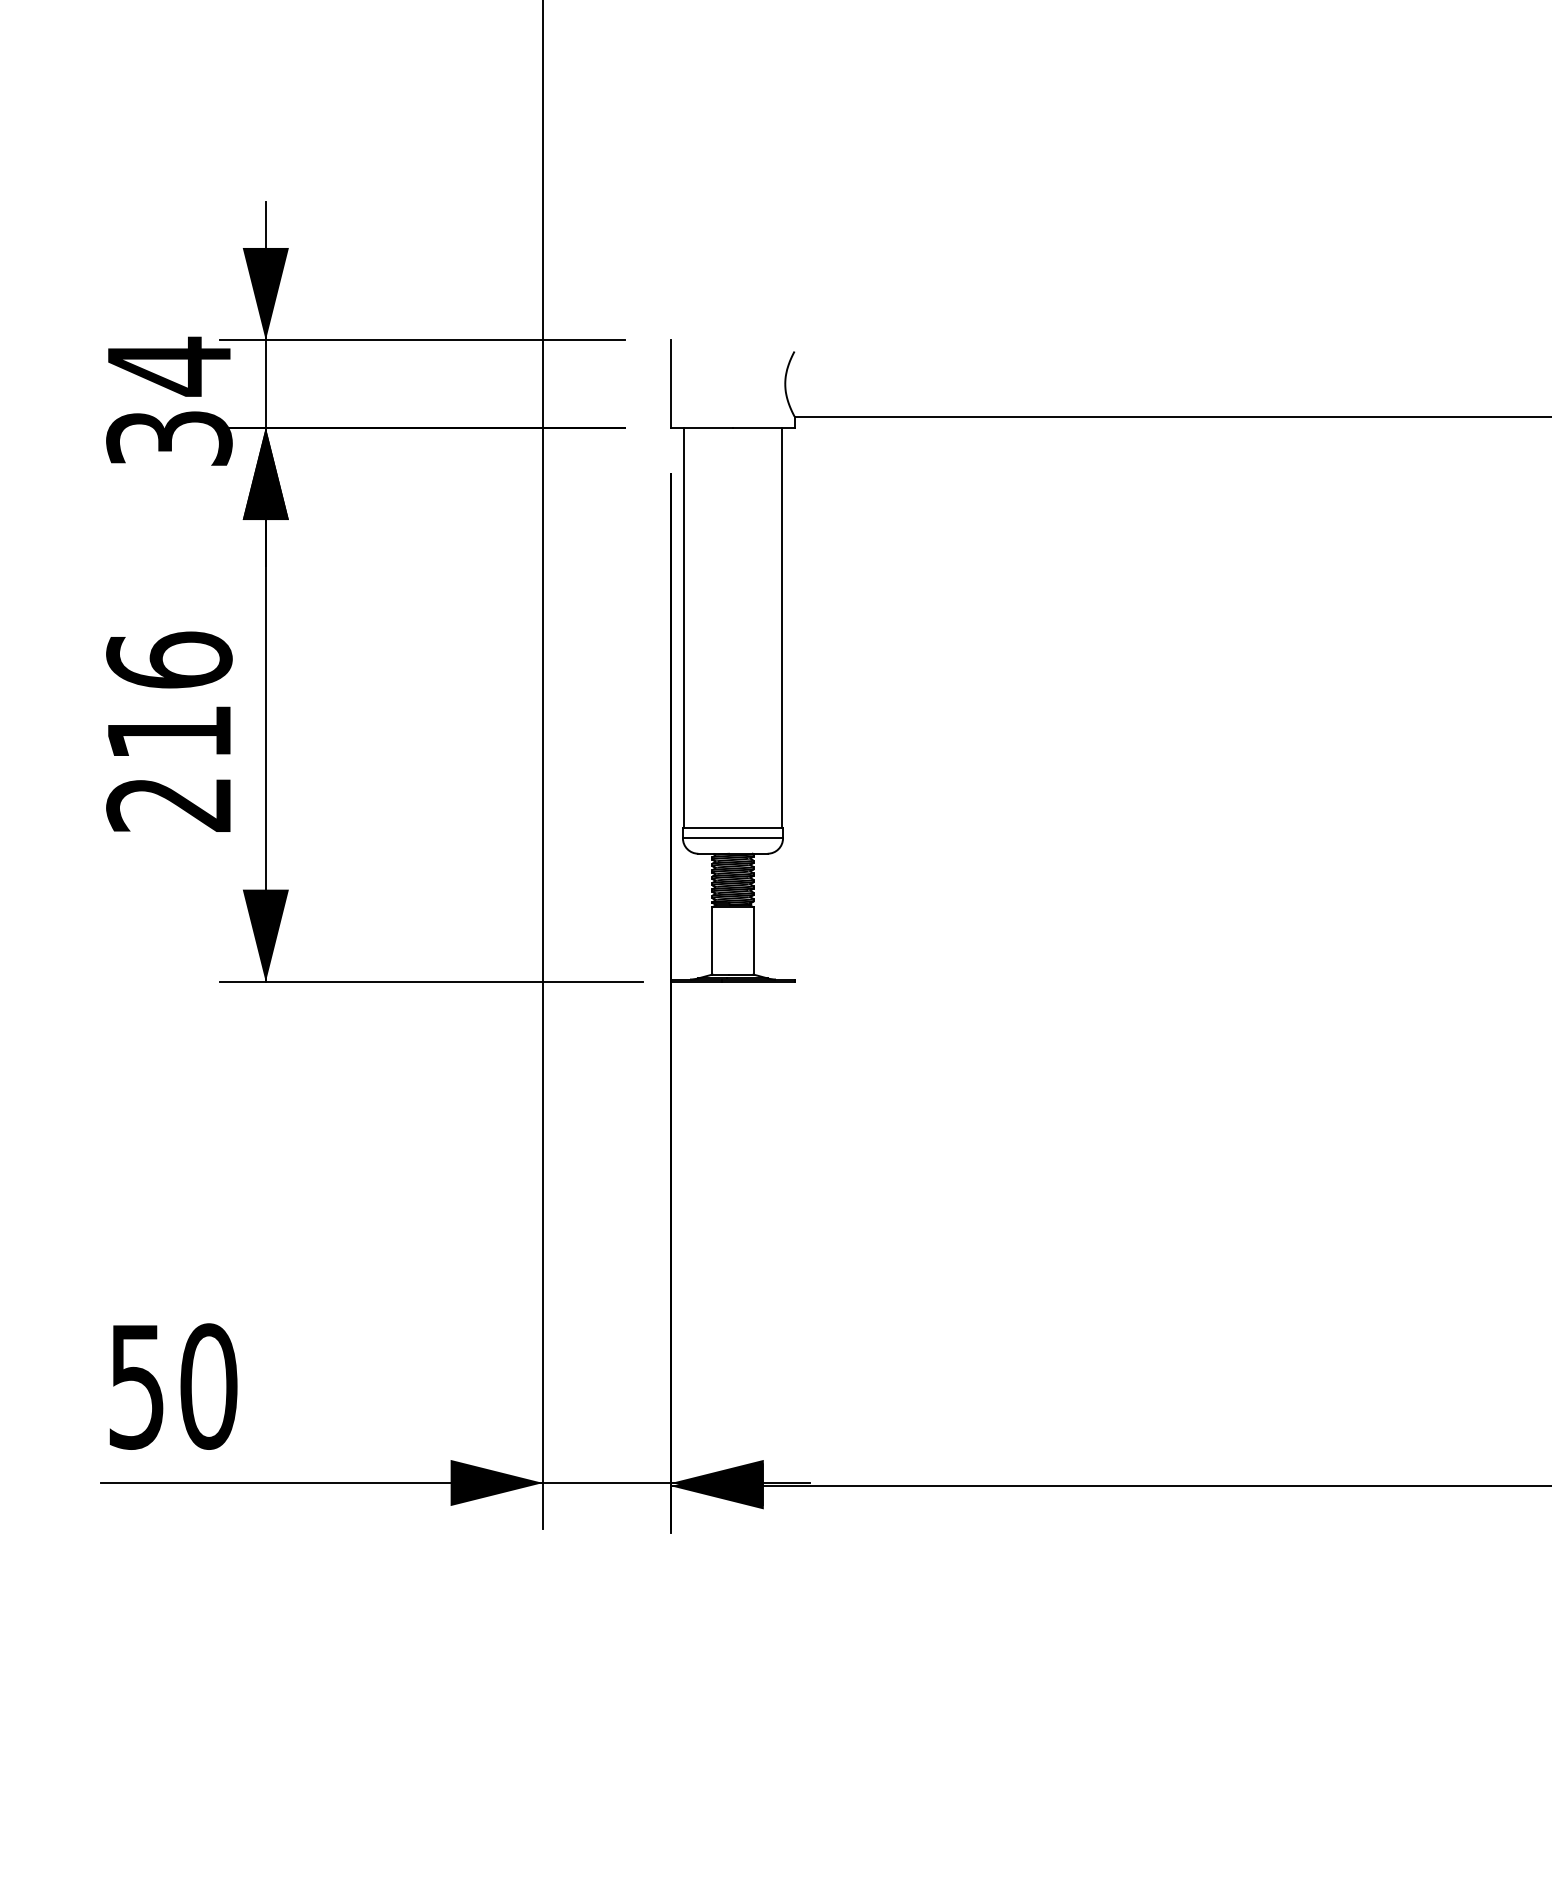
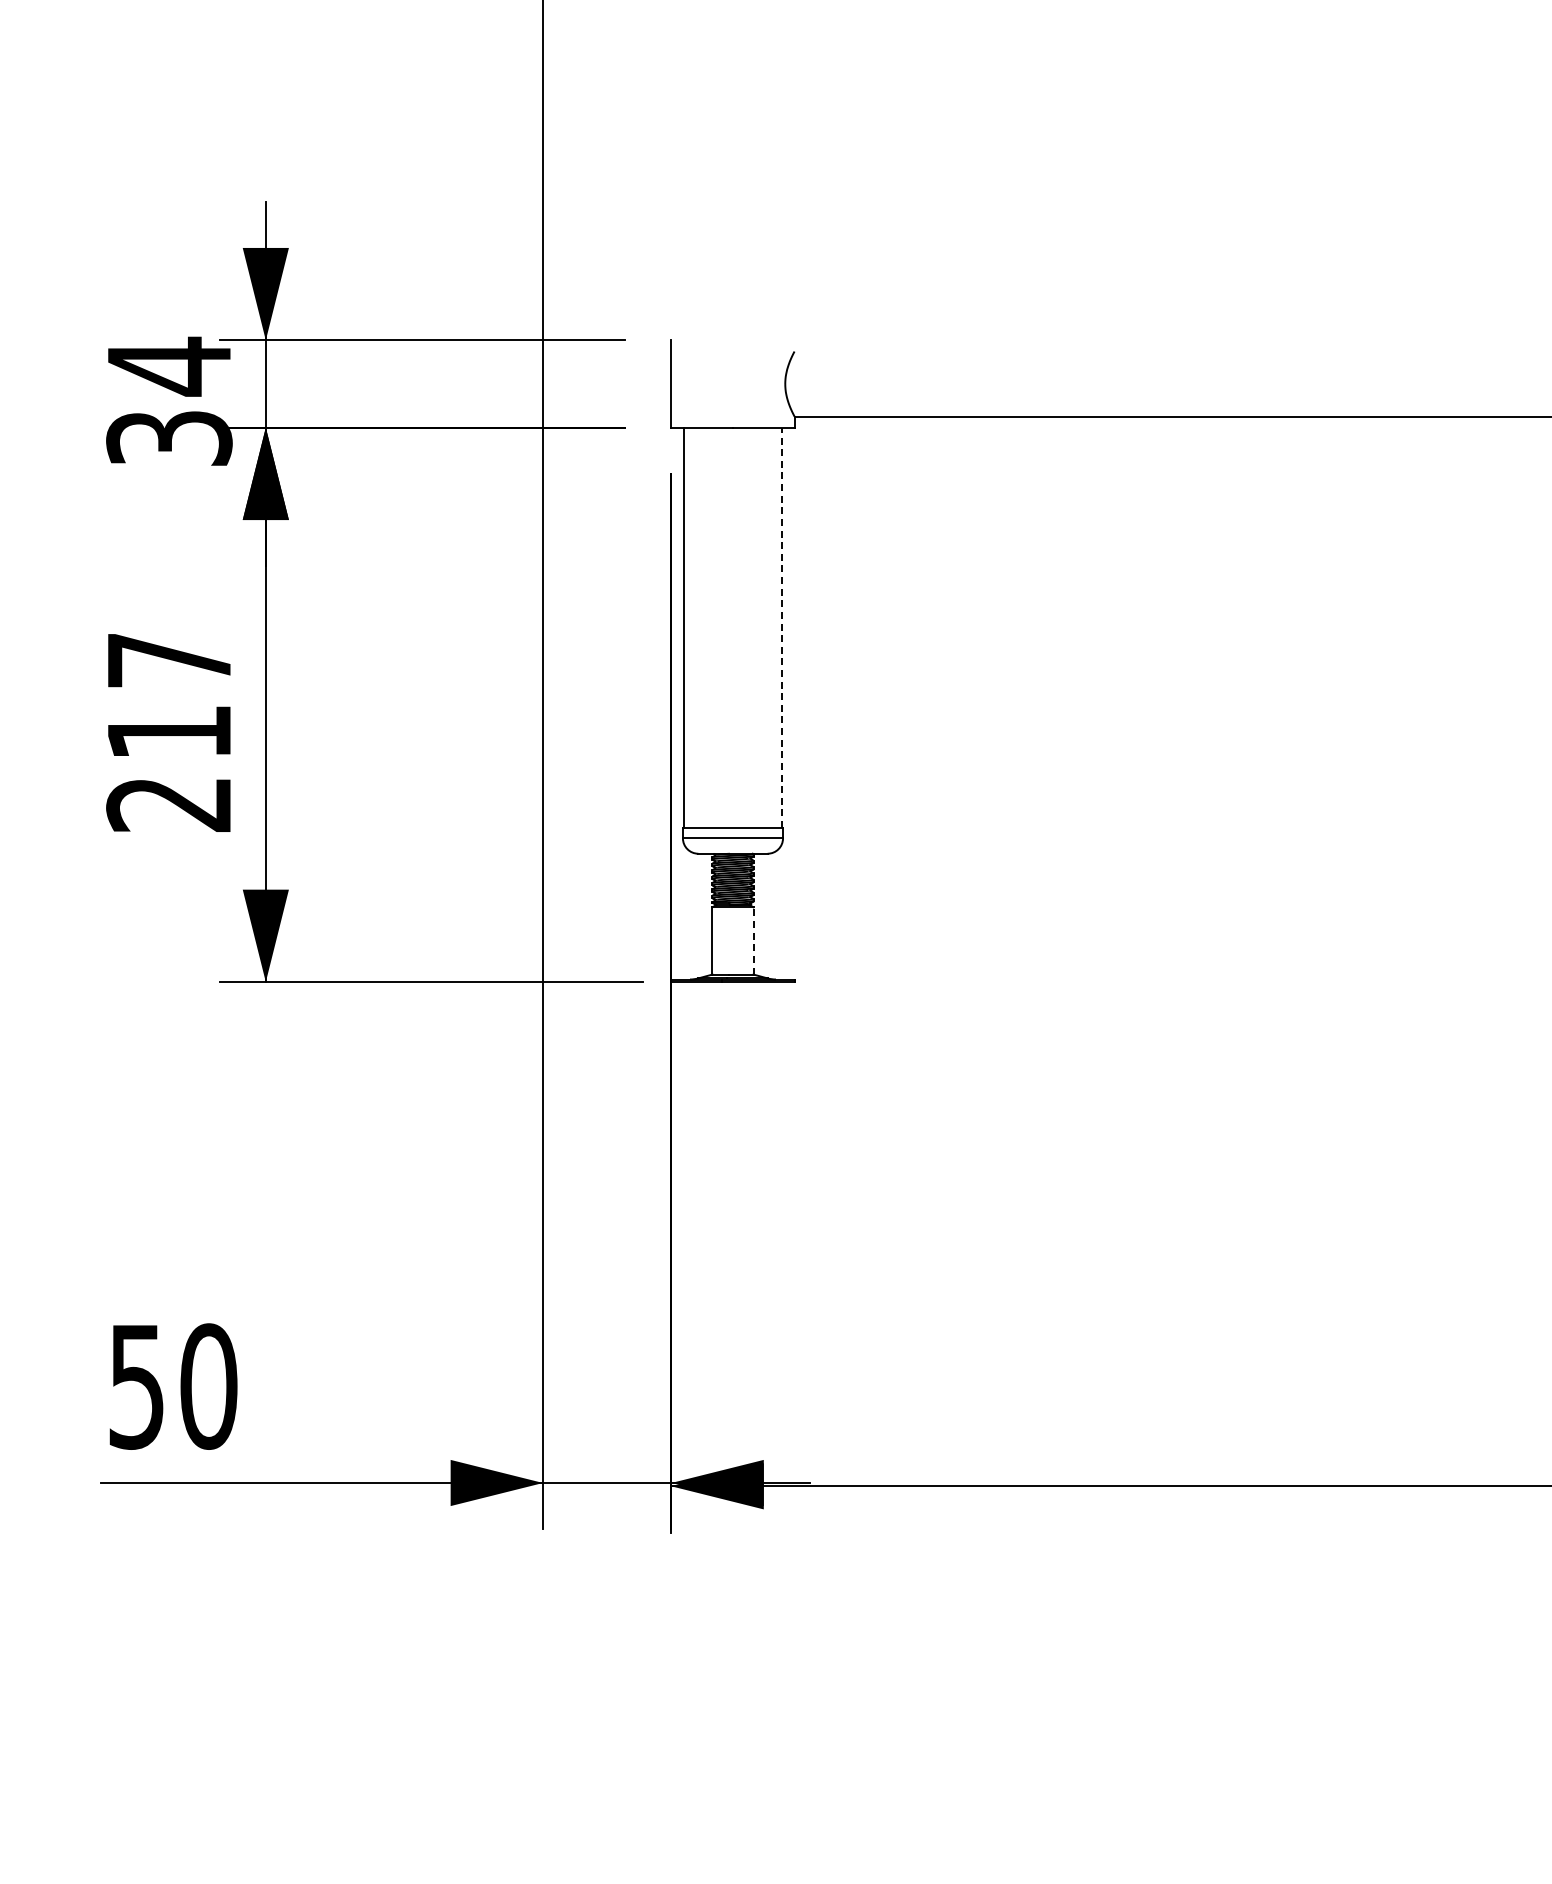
line at (781, 627): solid -> dashed
text at (169, 659): 216 -> 217
line at (753, 940): solid -> dashed
